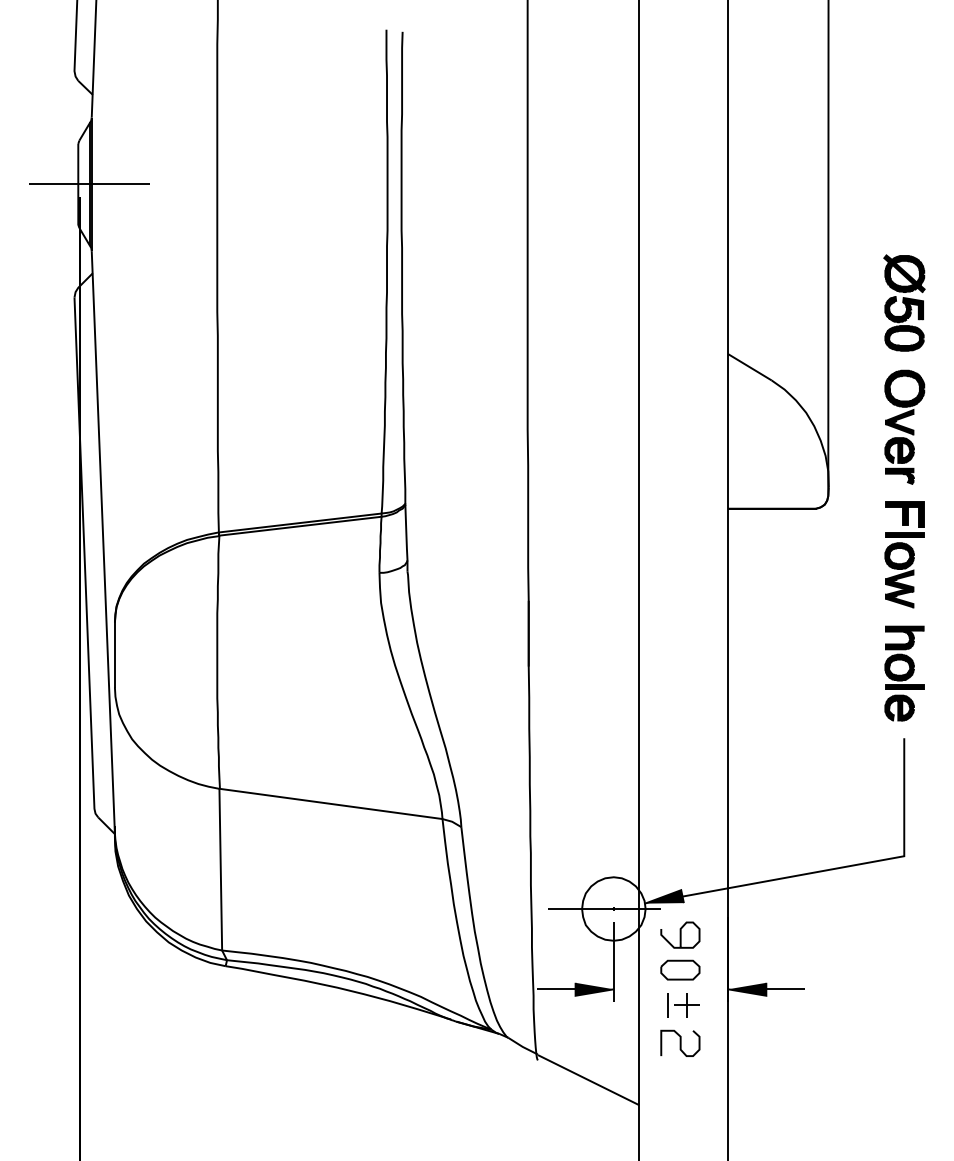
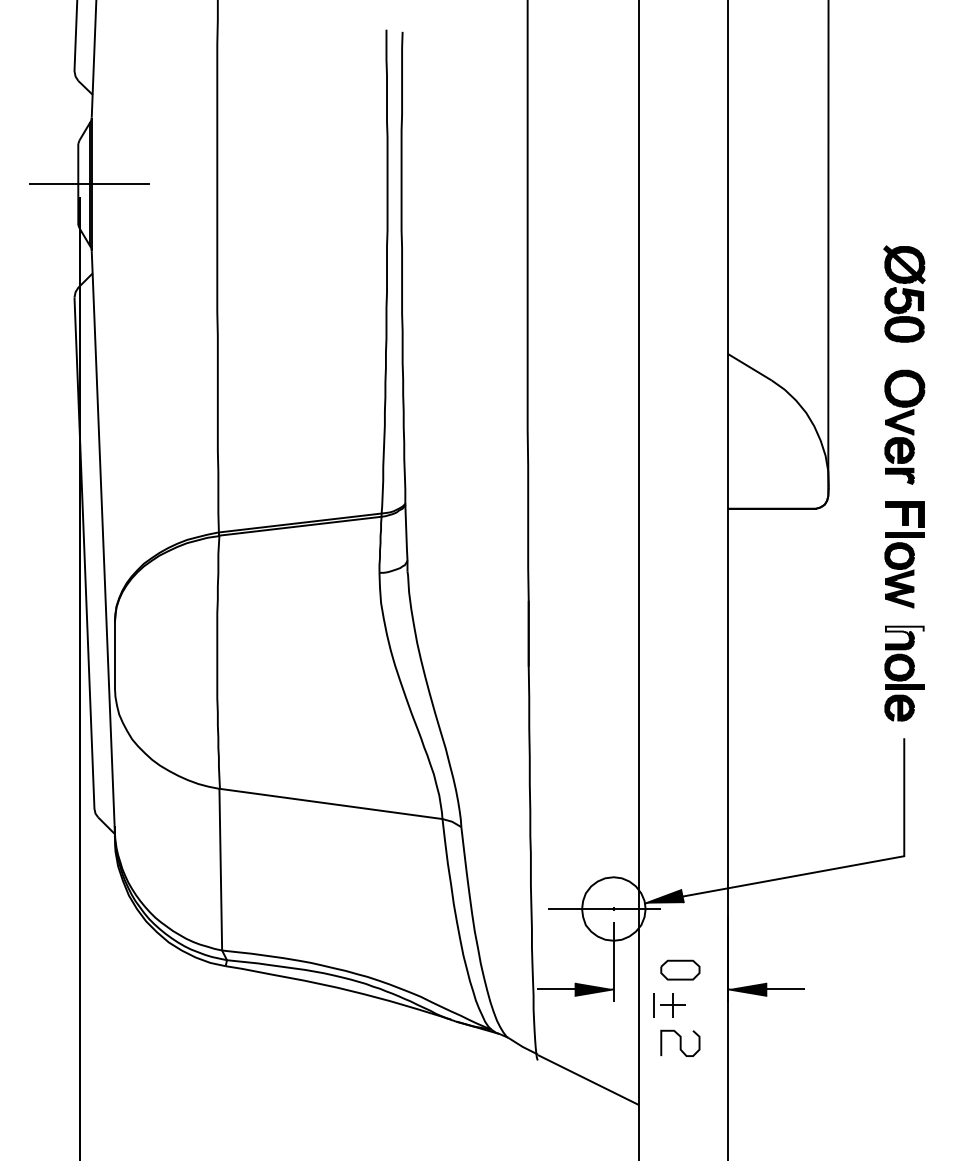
part at (904, 302) position: (904, 302) -> (904, 293)
fill at (904, 632): present -> none
curve at (680, 934): present -> none
part at (683, 1005) position: (683, 1005) -> (669, 1005)
